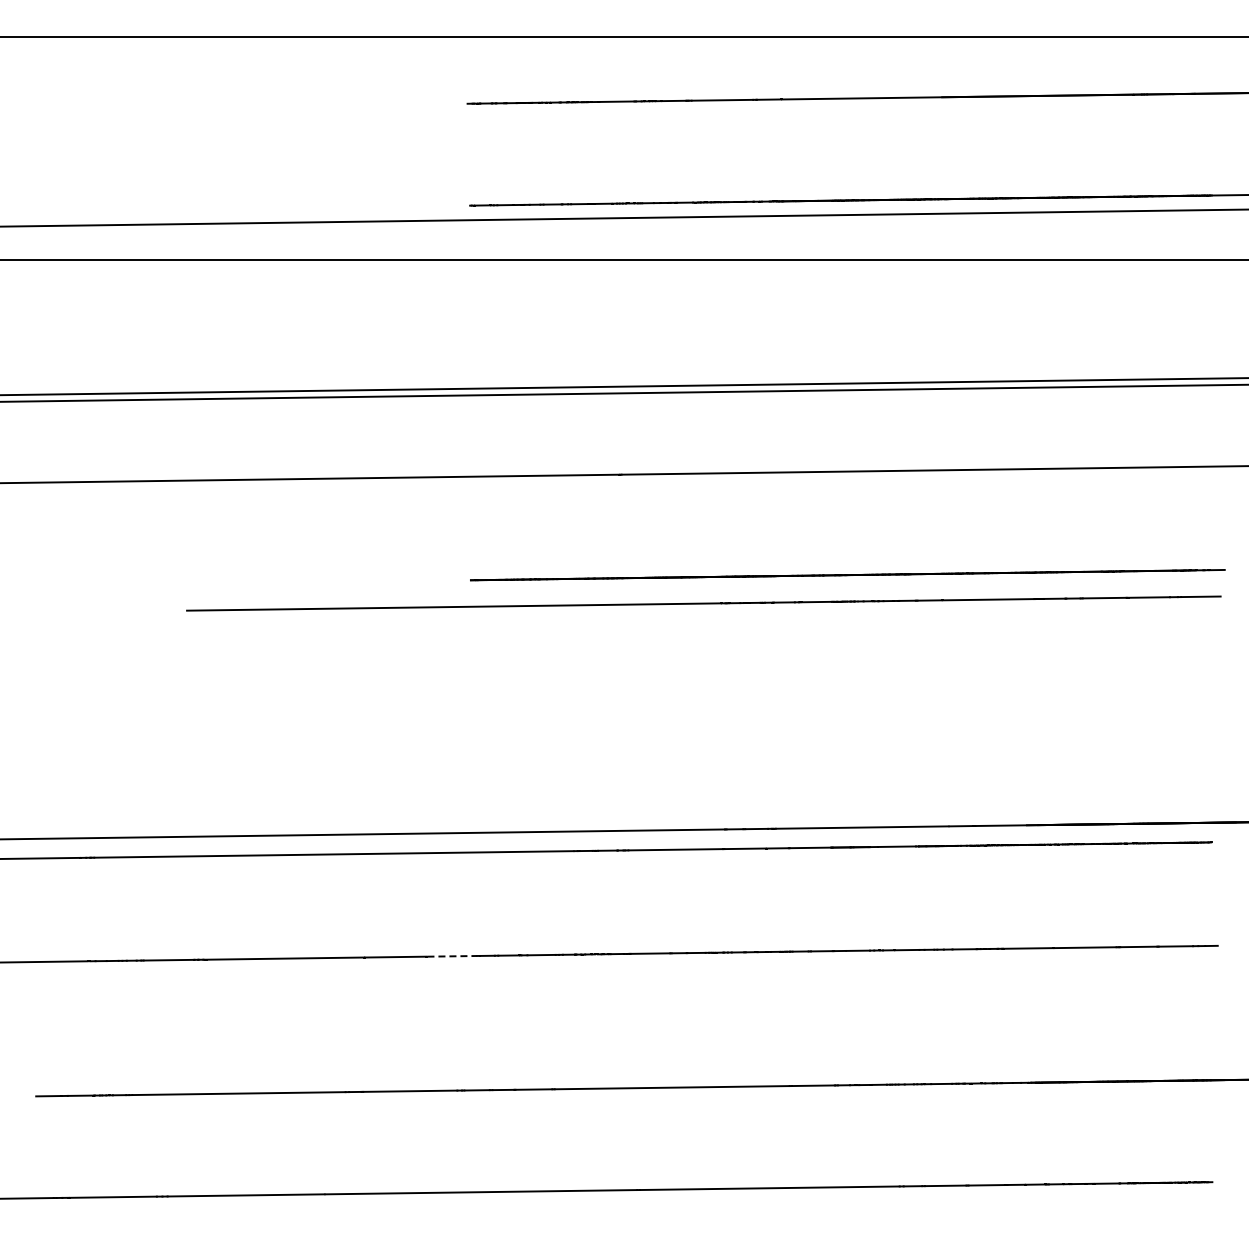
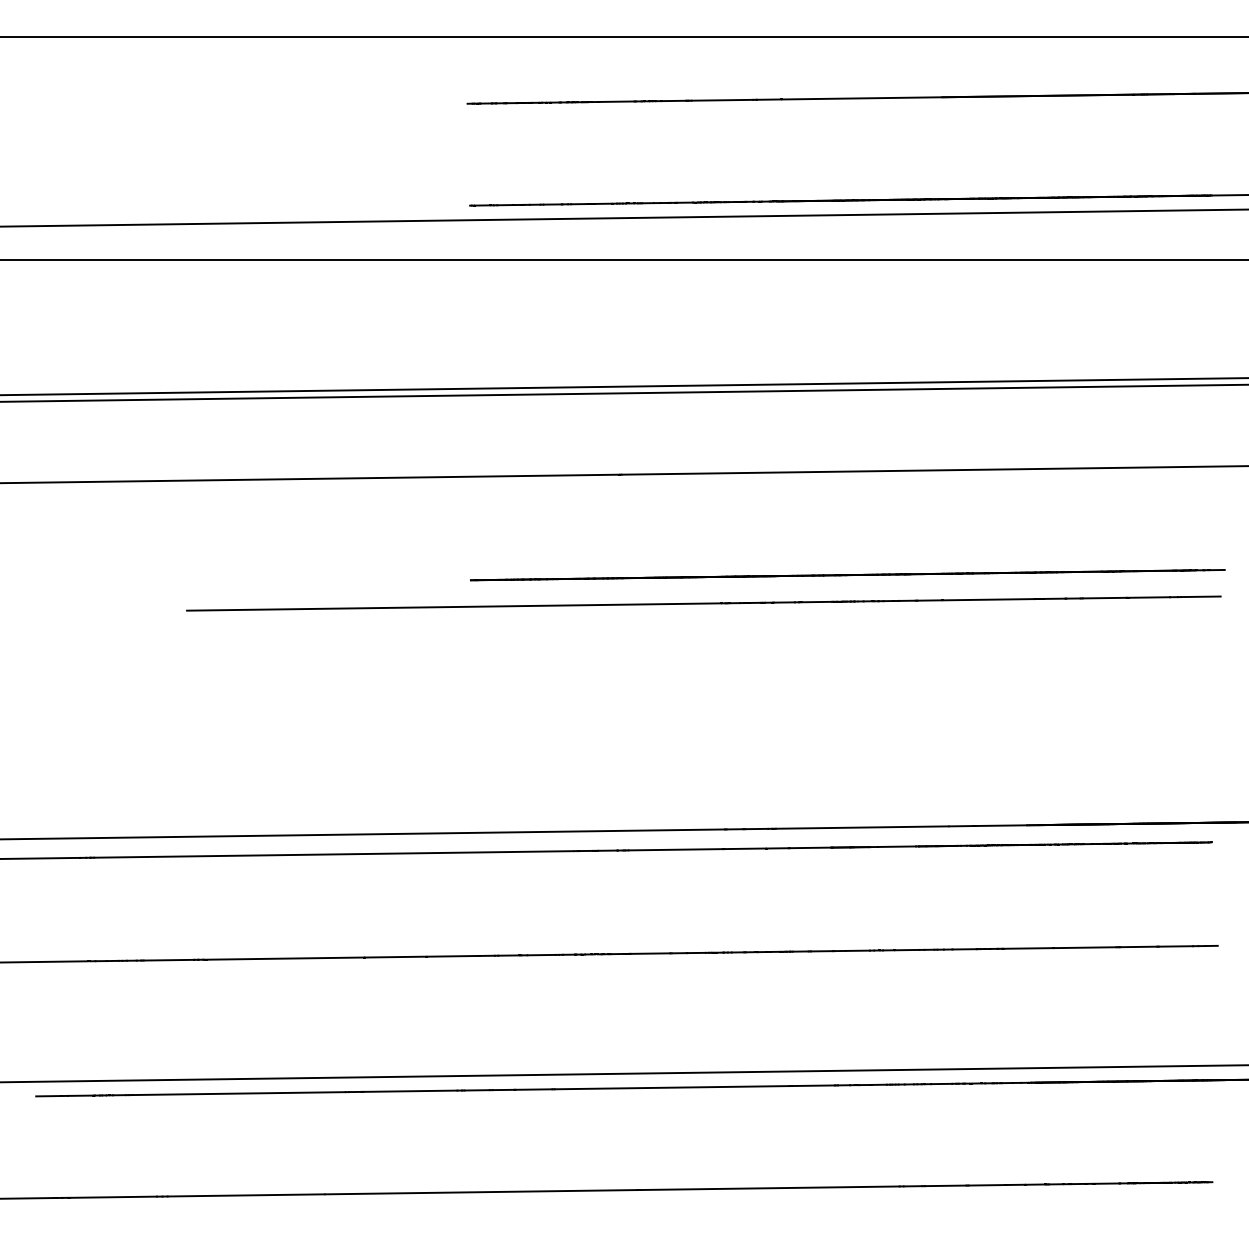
line at (452, 956): dashed -> solid
line at (623, 1073): none -> present
